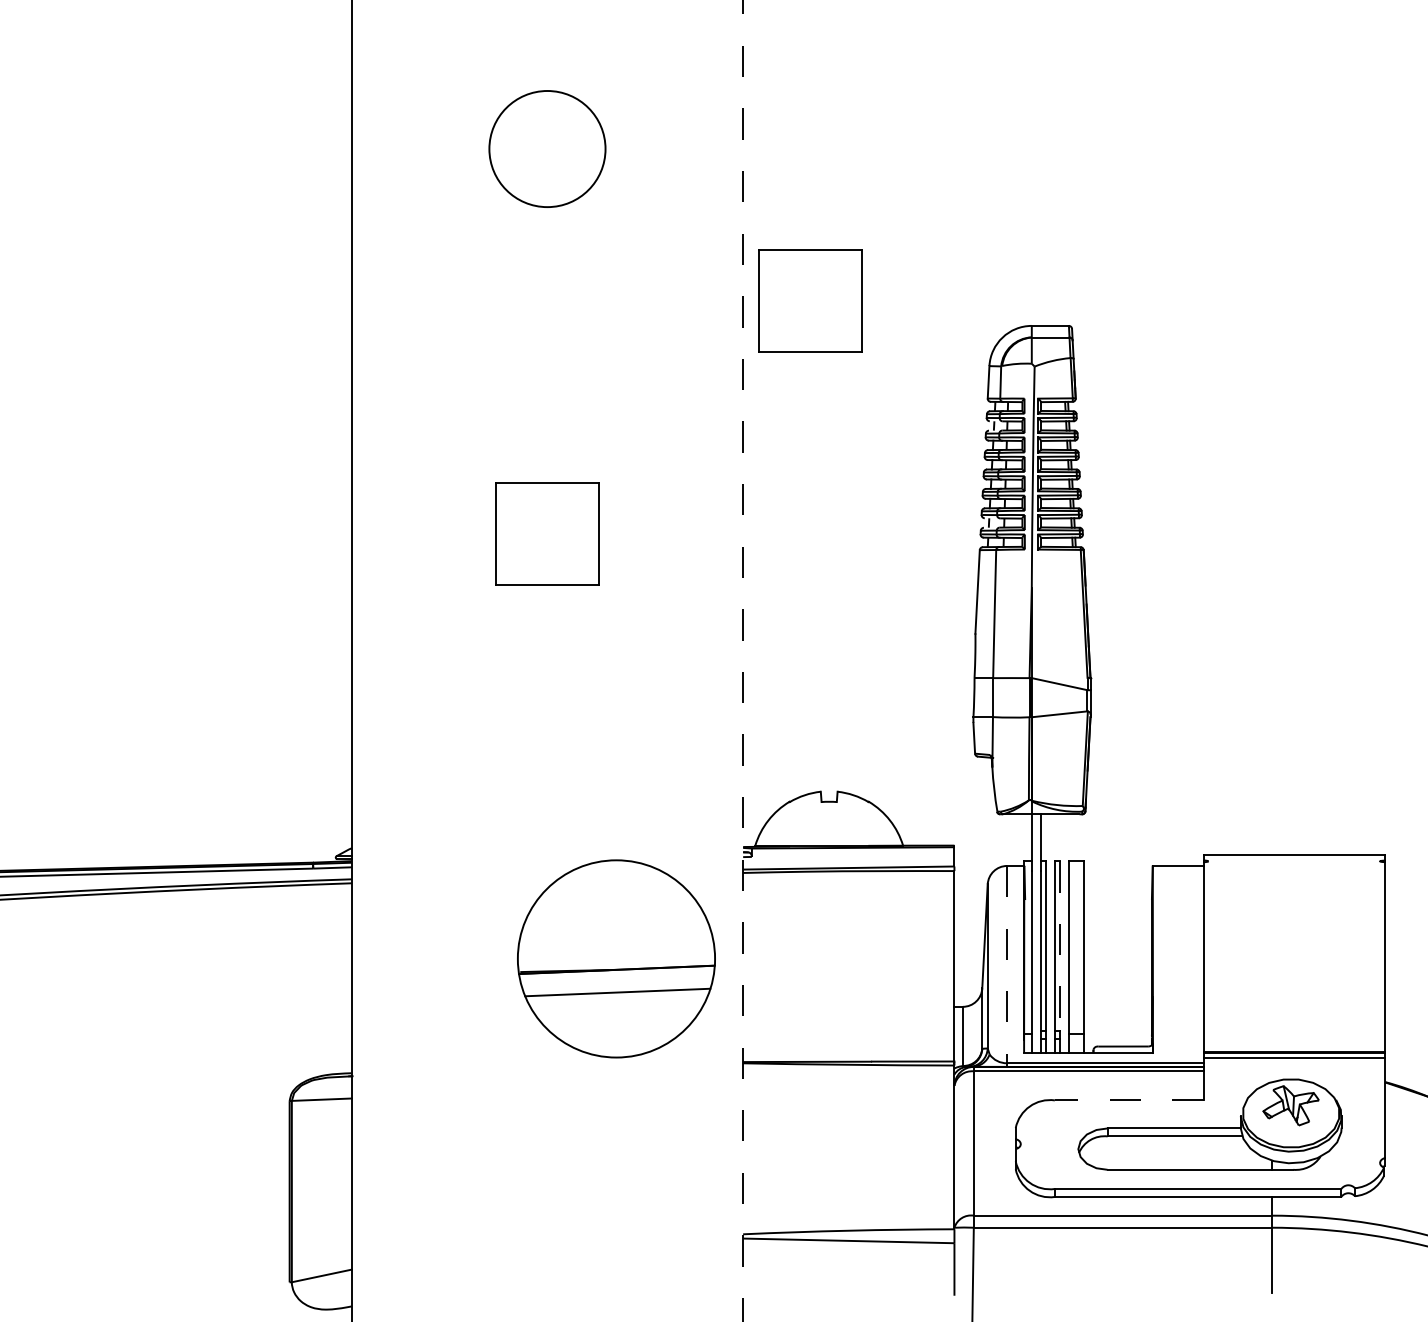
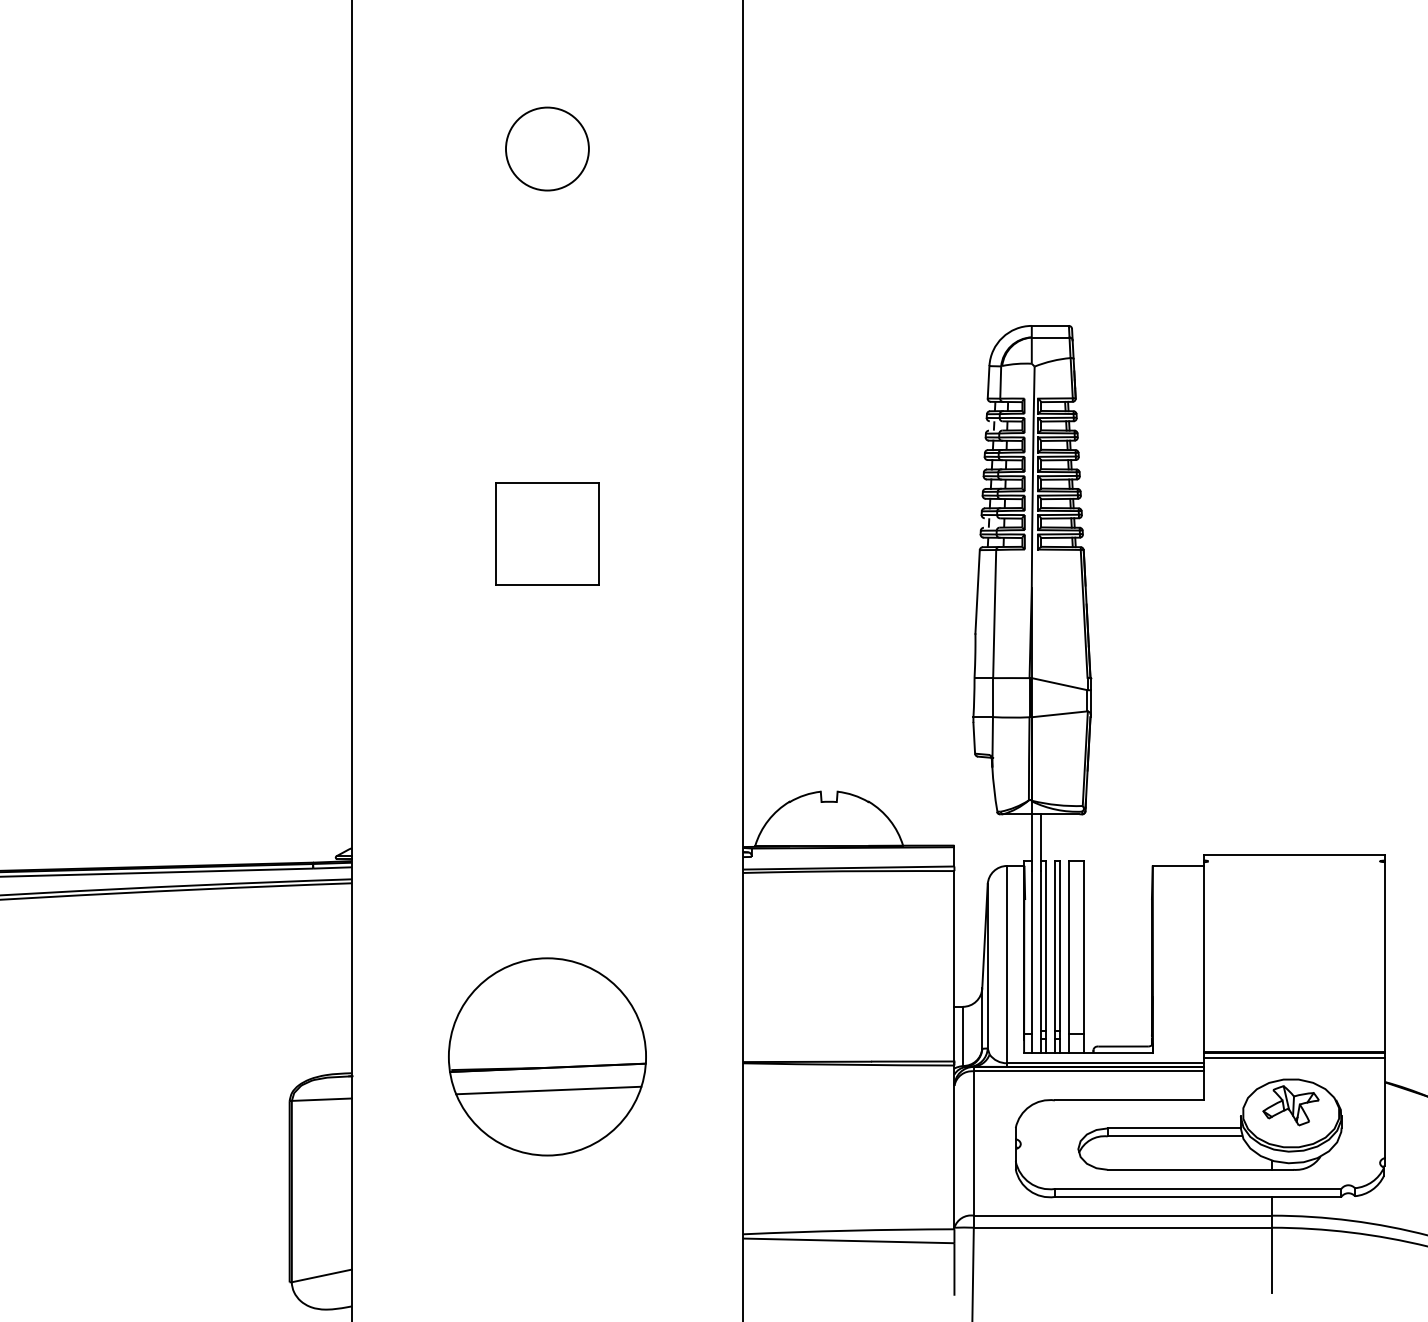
circle at (547, 149) diameter: 116 px -> 83 px
part at (810, 300): present -> none
line at (743, 661): dashed -> solid
line at (1059, 946): dashed -> solid
part at (616, 958) position: (616, 958) -> (547, 1056)
line at (1007, 964): dashed -> solid
line at (1128, 1100): dashed -> solid
